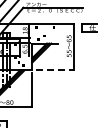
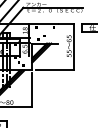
line at (55, 70): dashed -> solid
